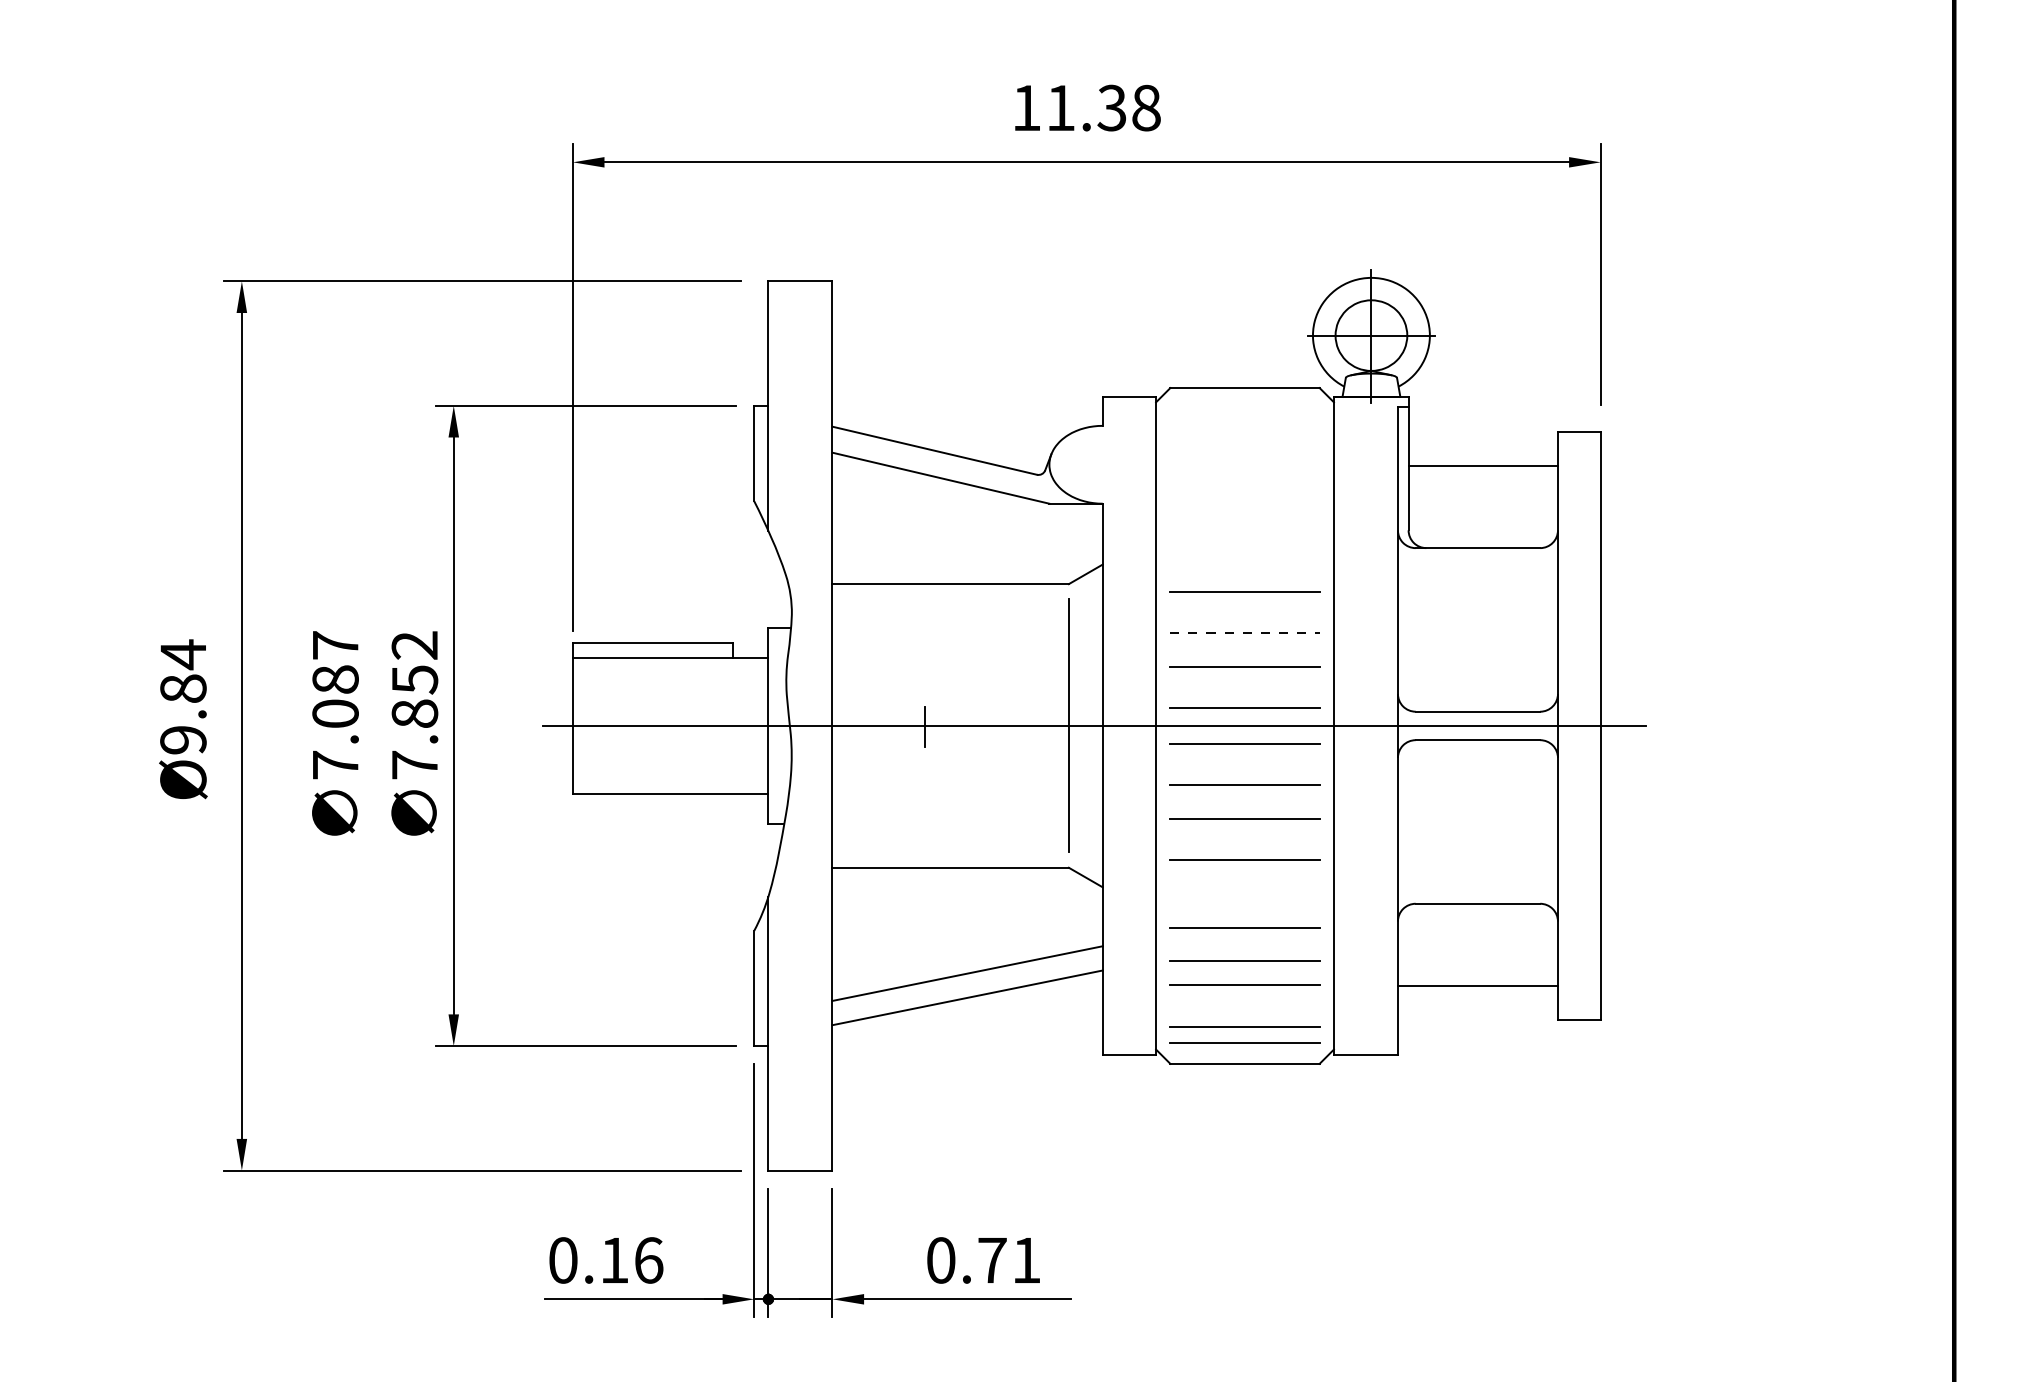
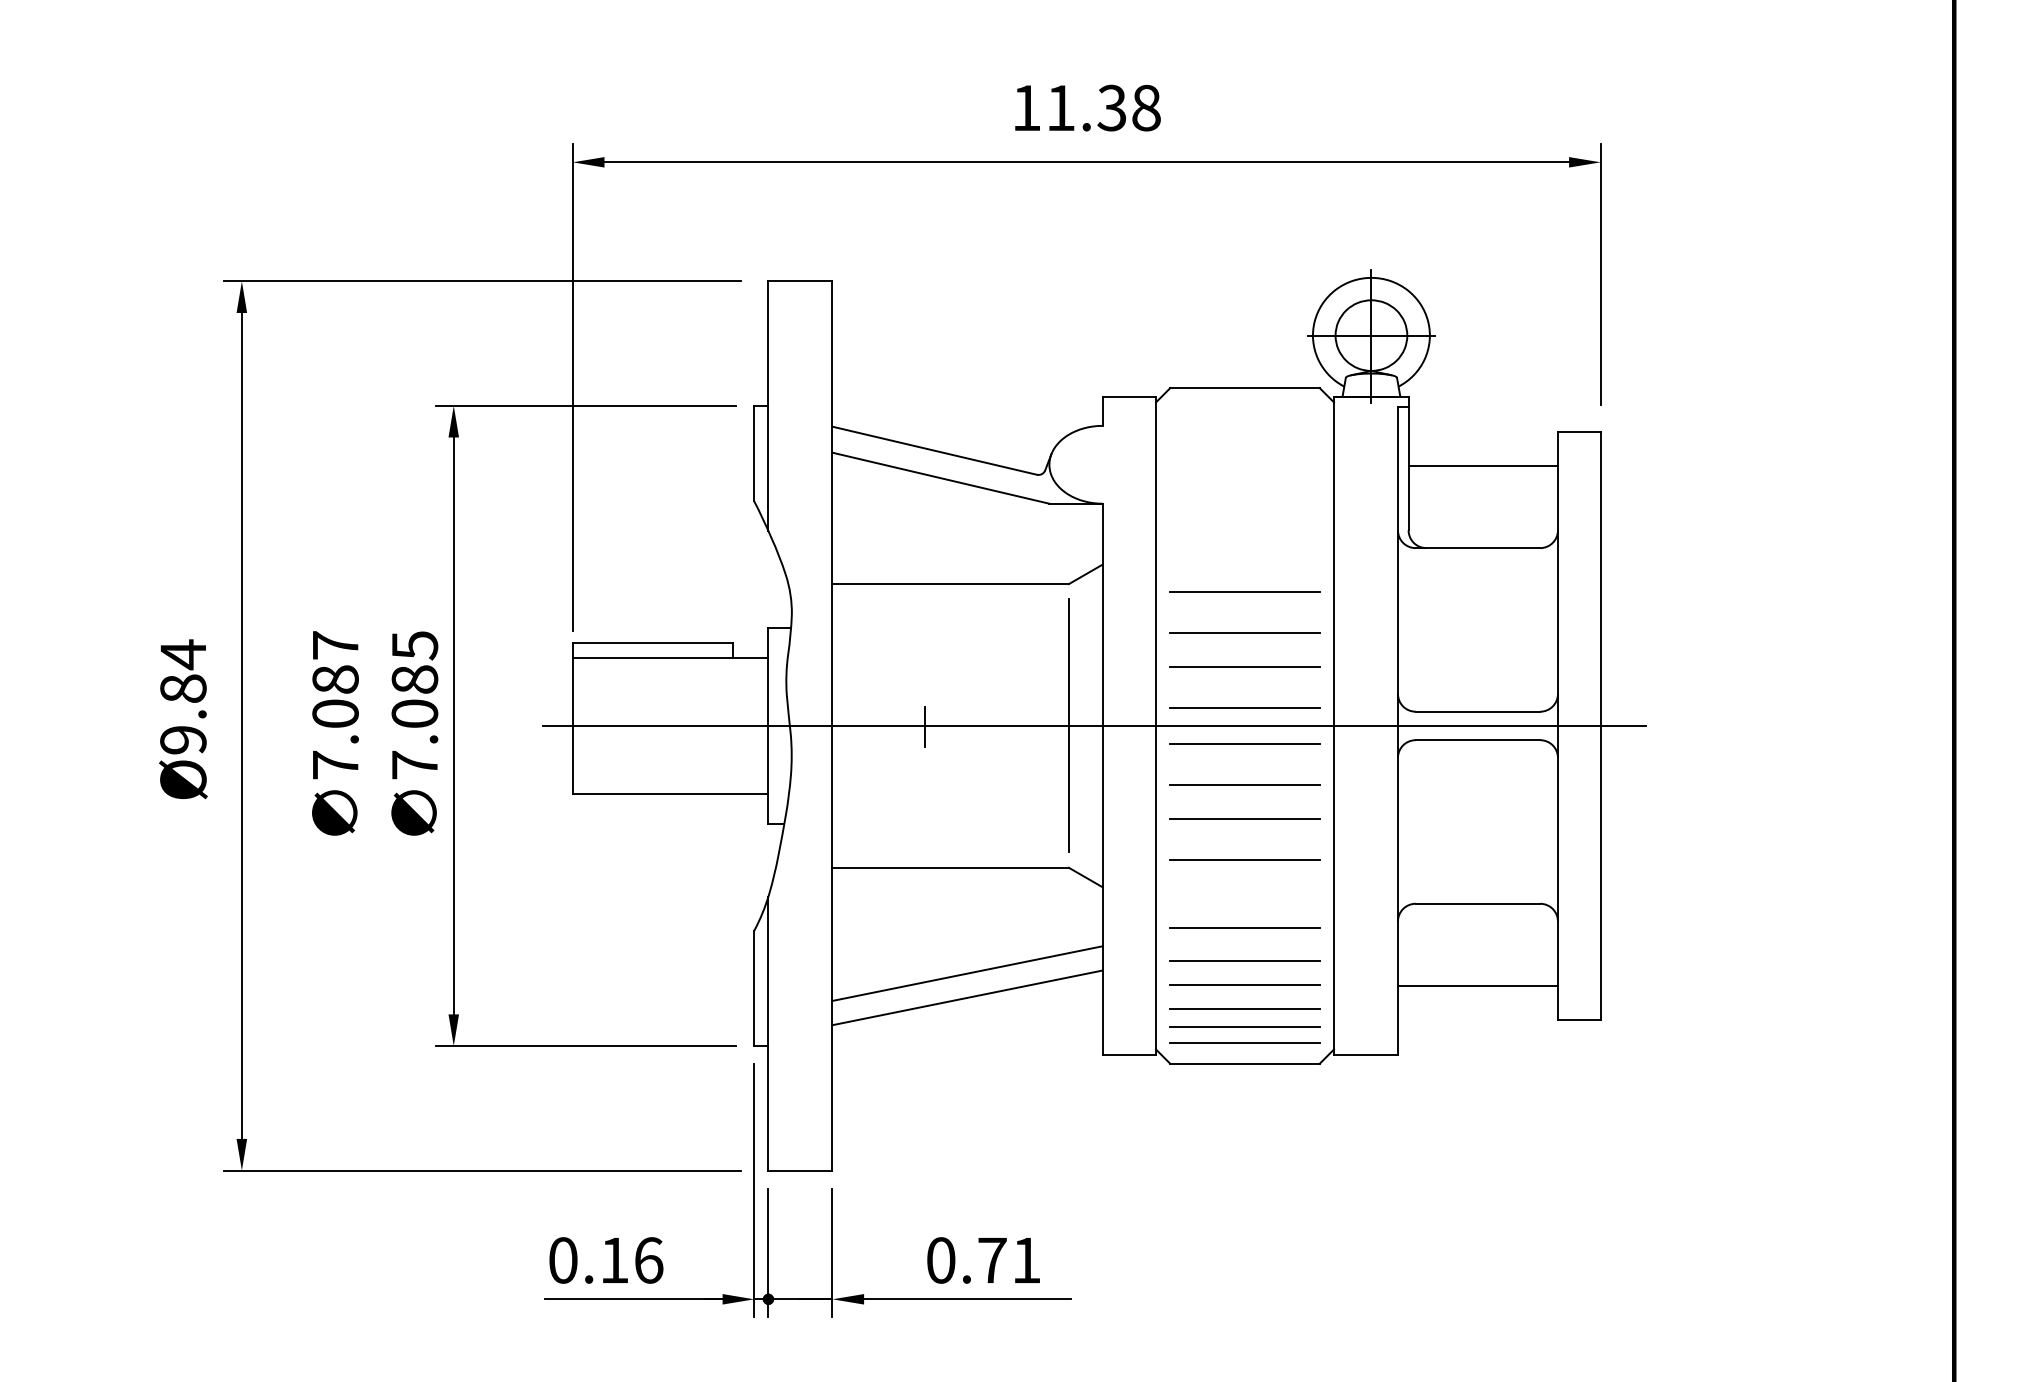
line at (1245, 632): dashed -> solid
text at (414, 679): 7.852 -> 7.085
line at (1244, 1009): none -> present
